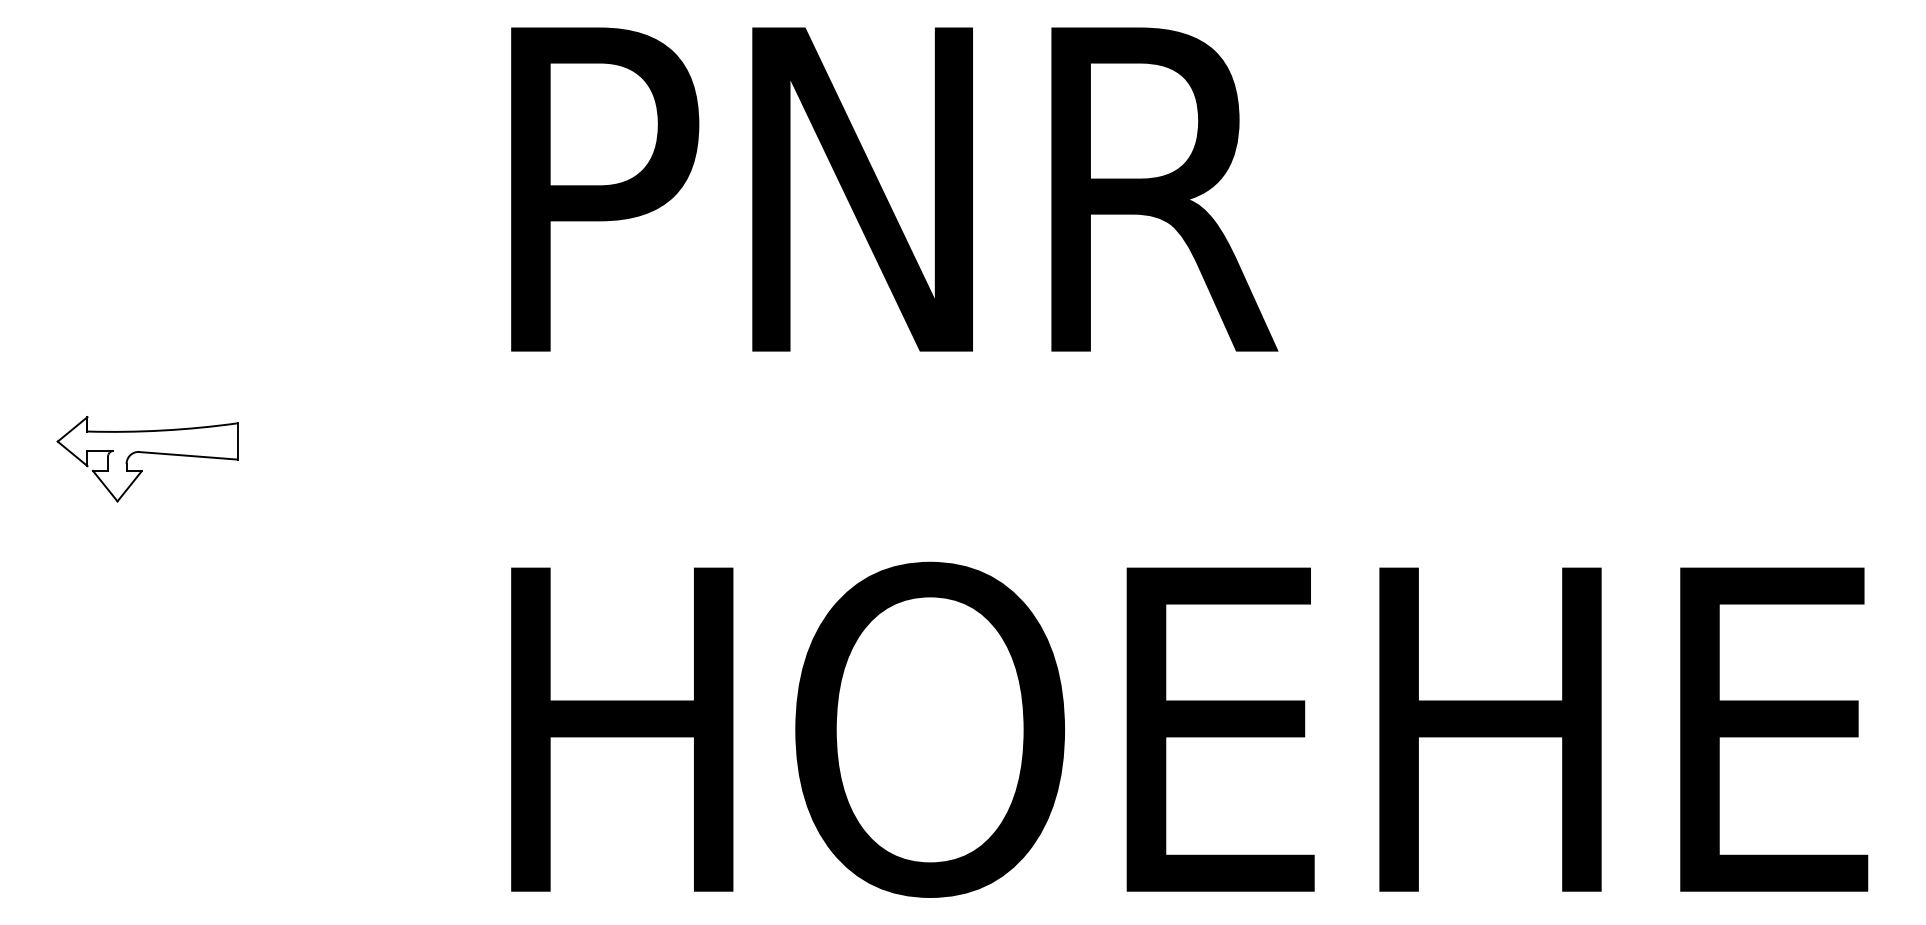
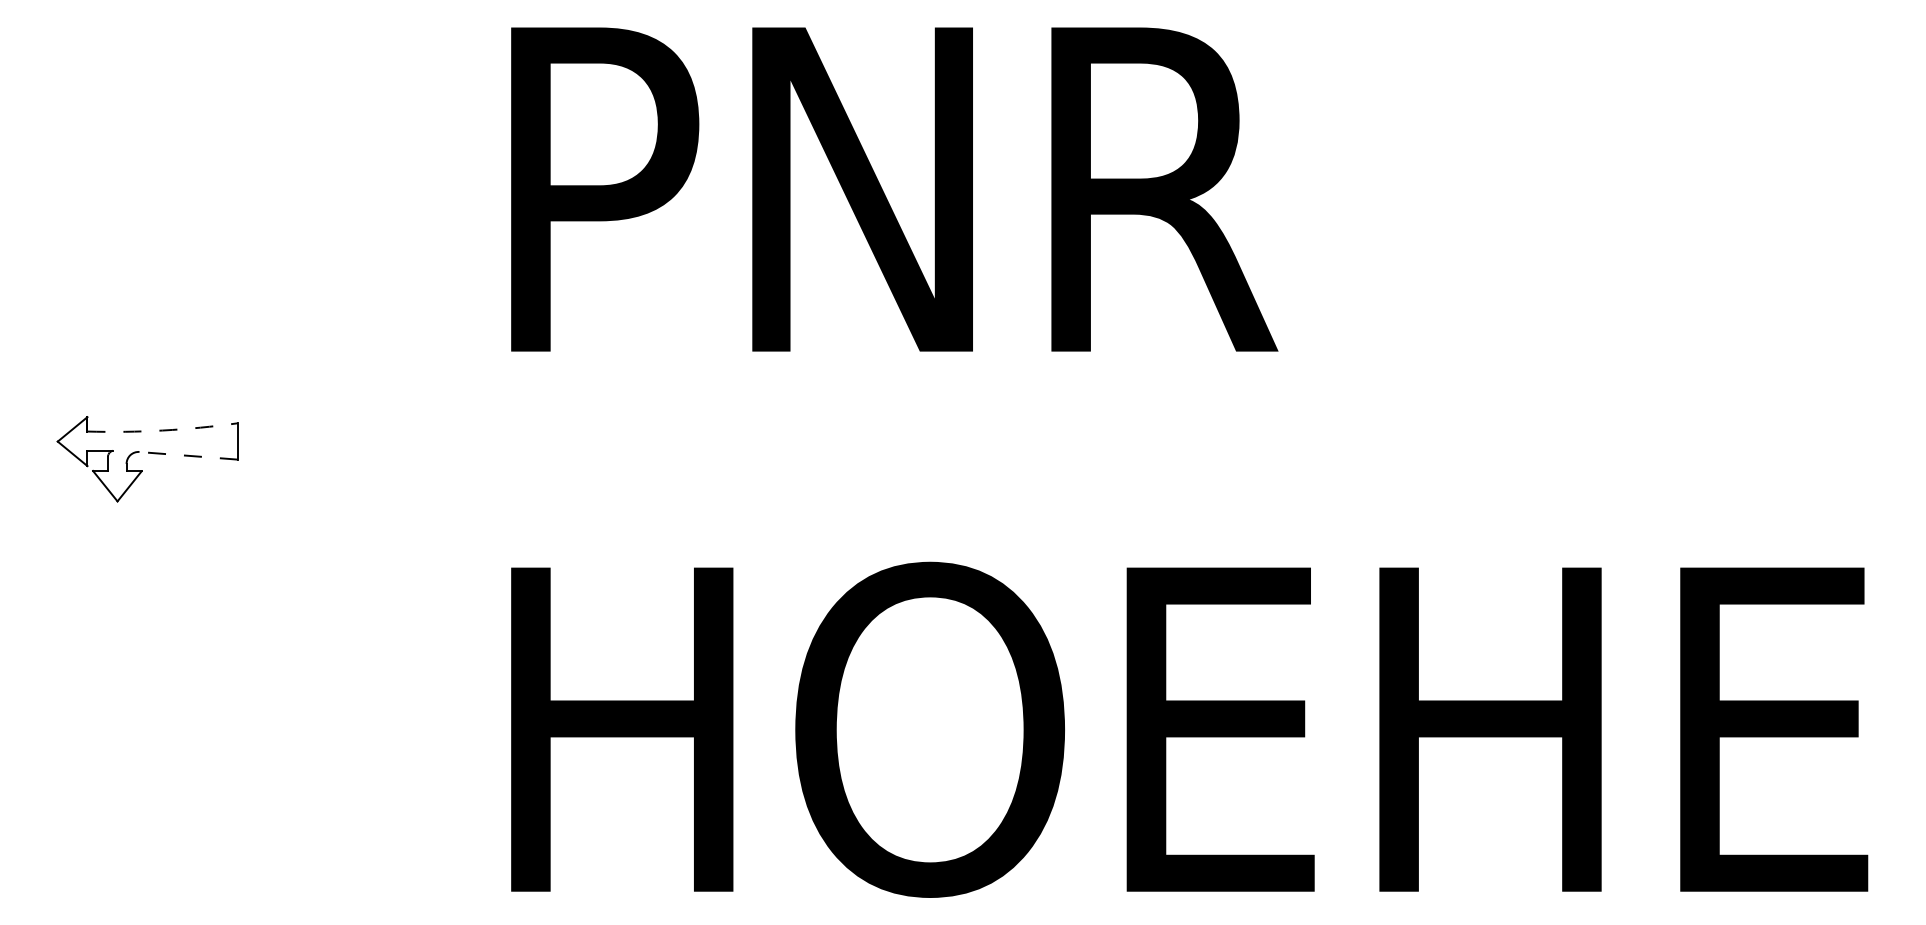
arc at (162, 430): solid -> dashed
line at (188, 455): solid -> dashed
